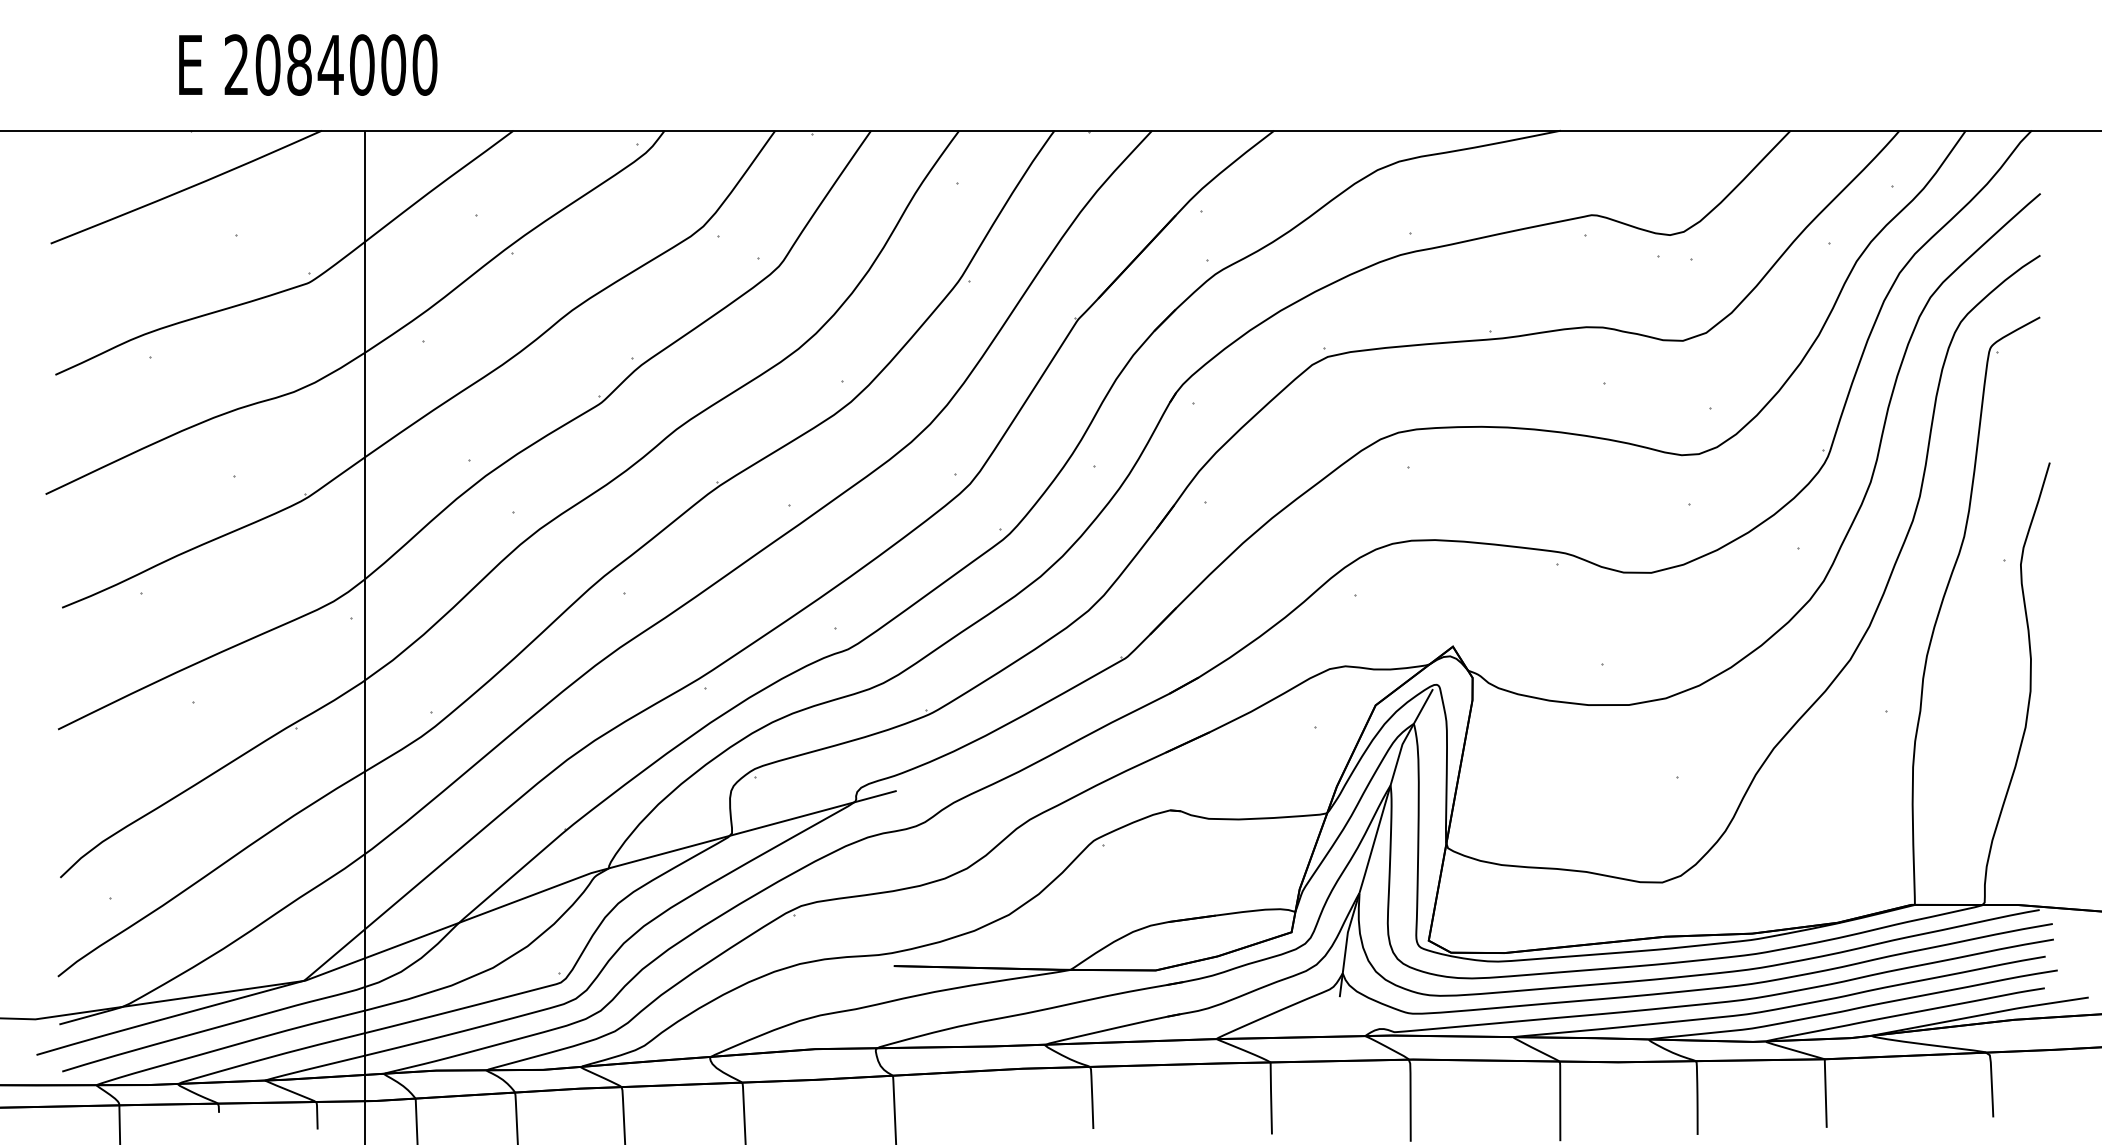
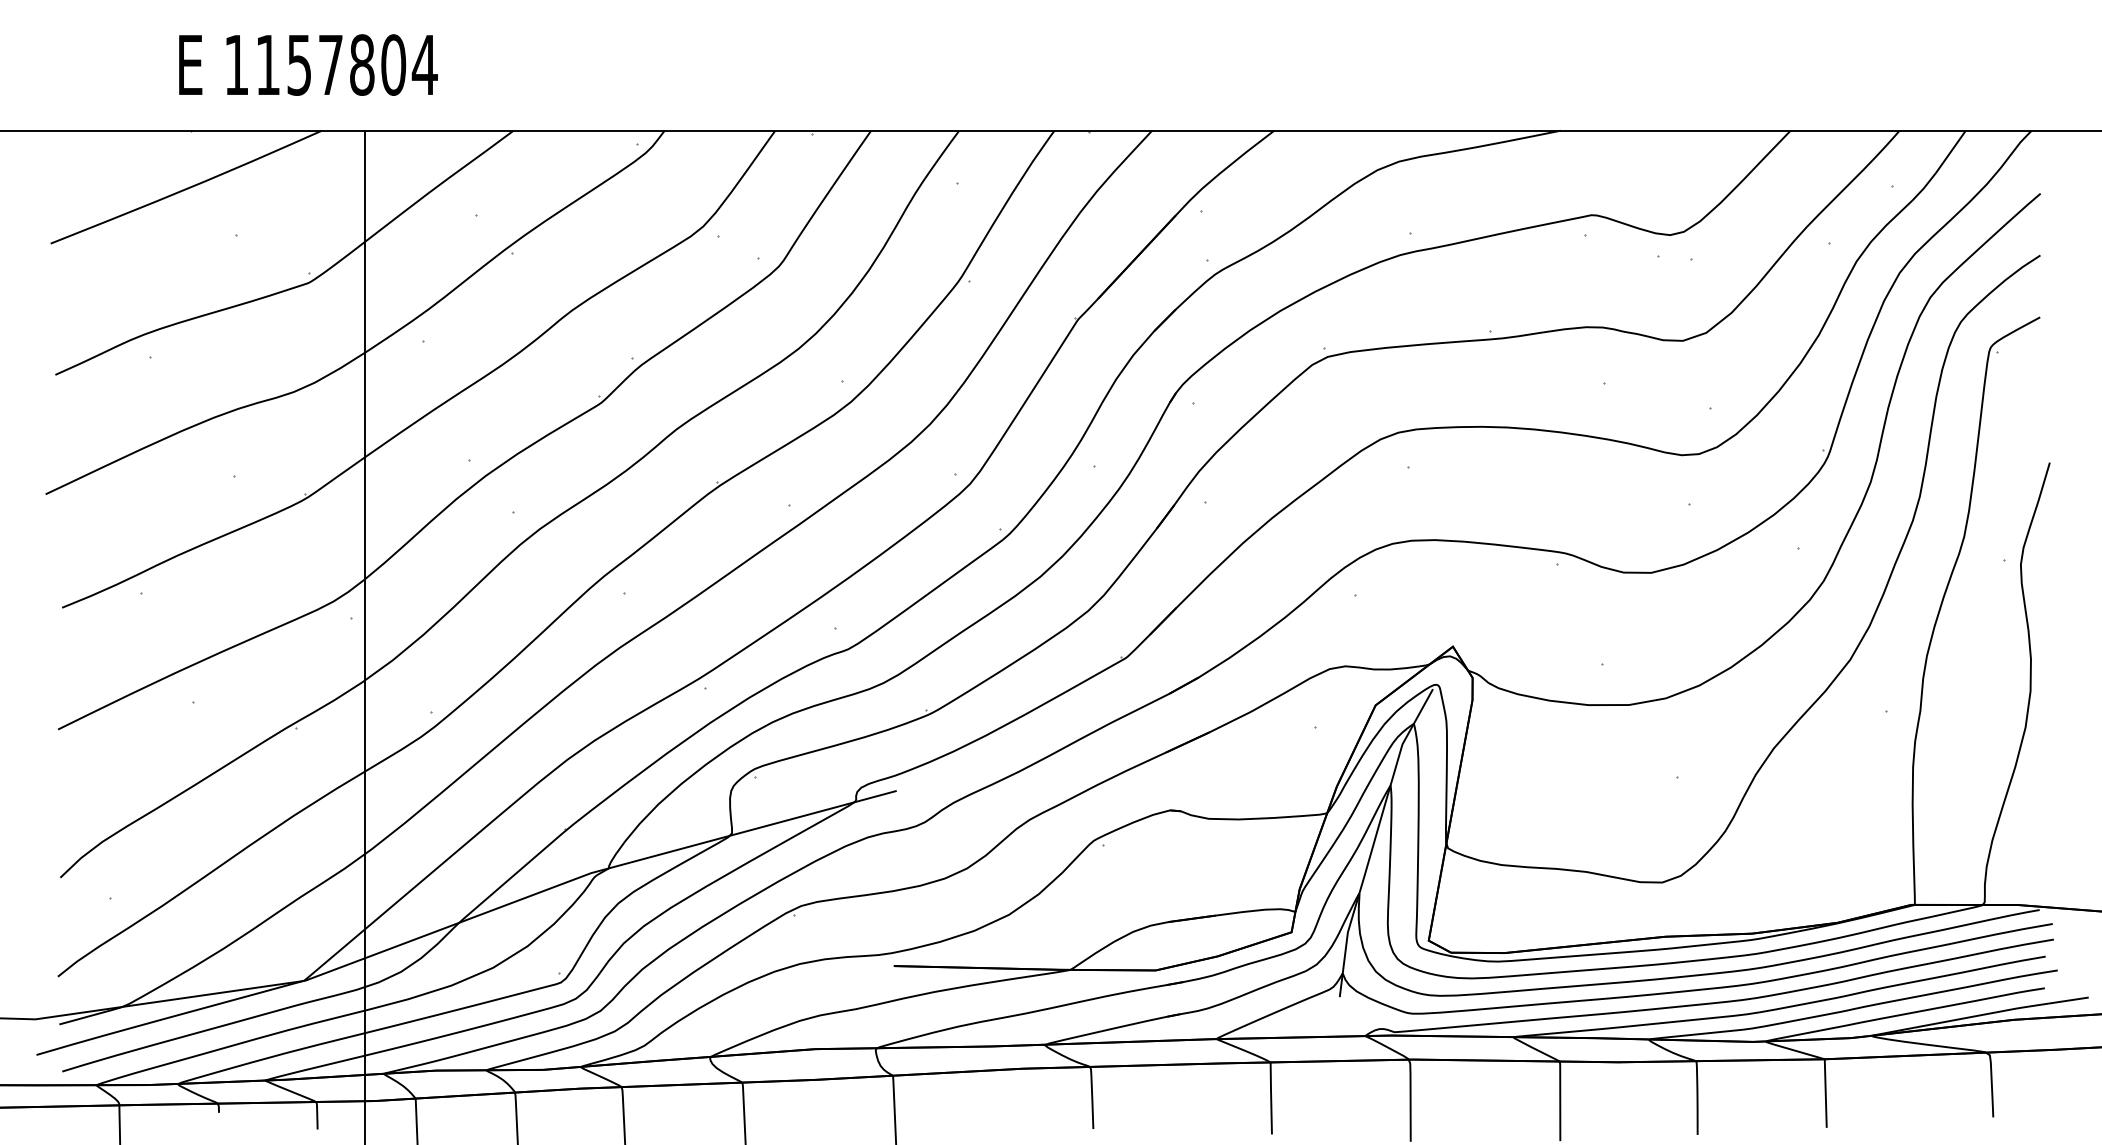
text at (330, 64): 2084000 -> 1157804
